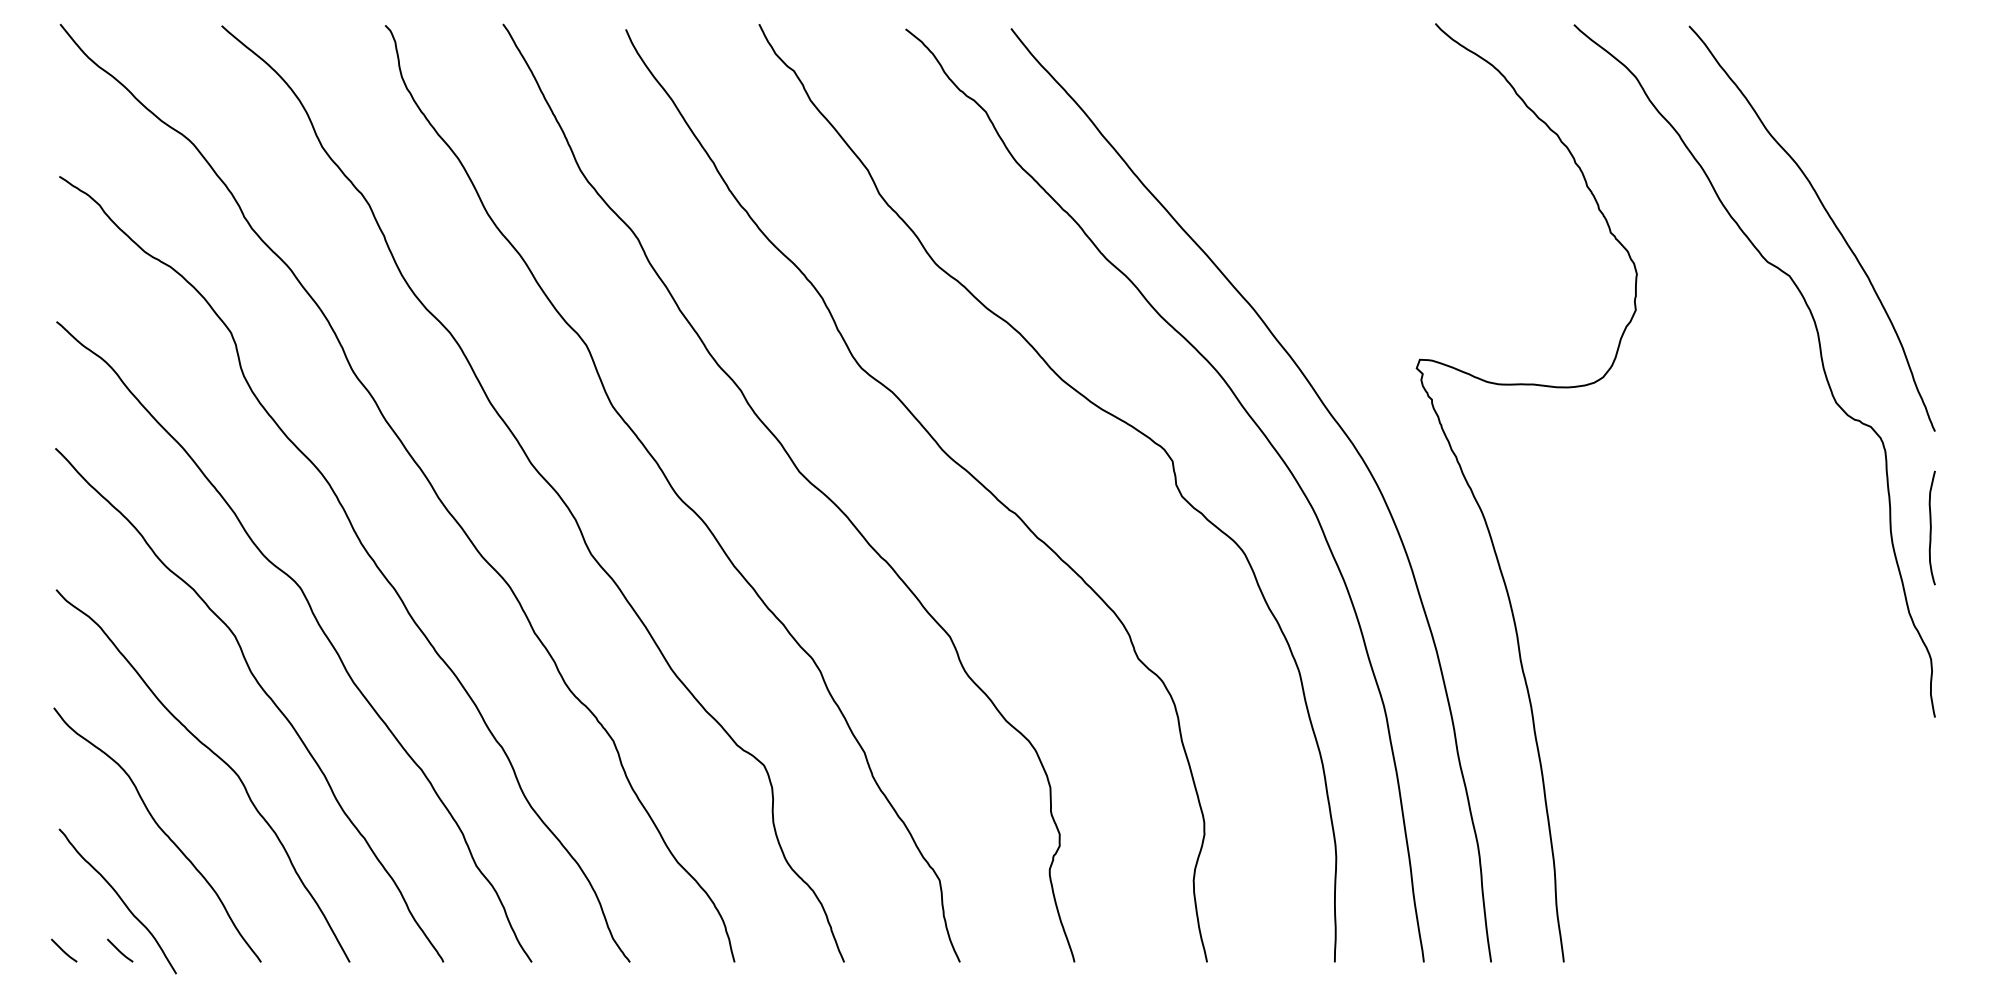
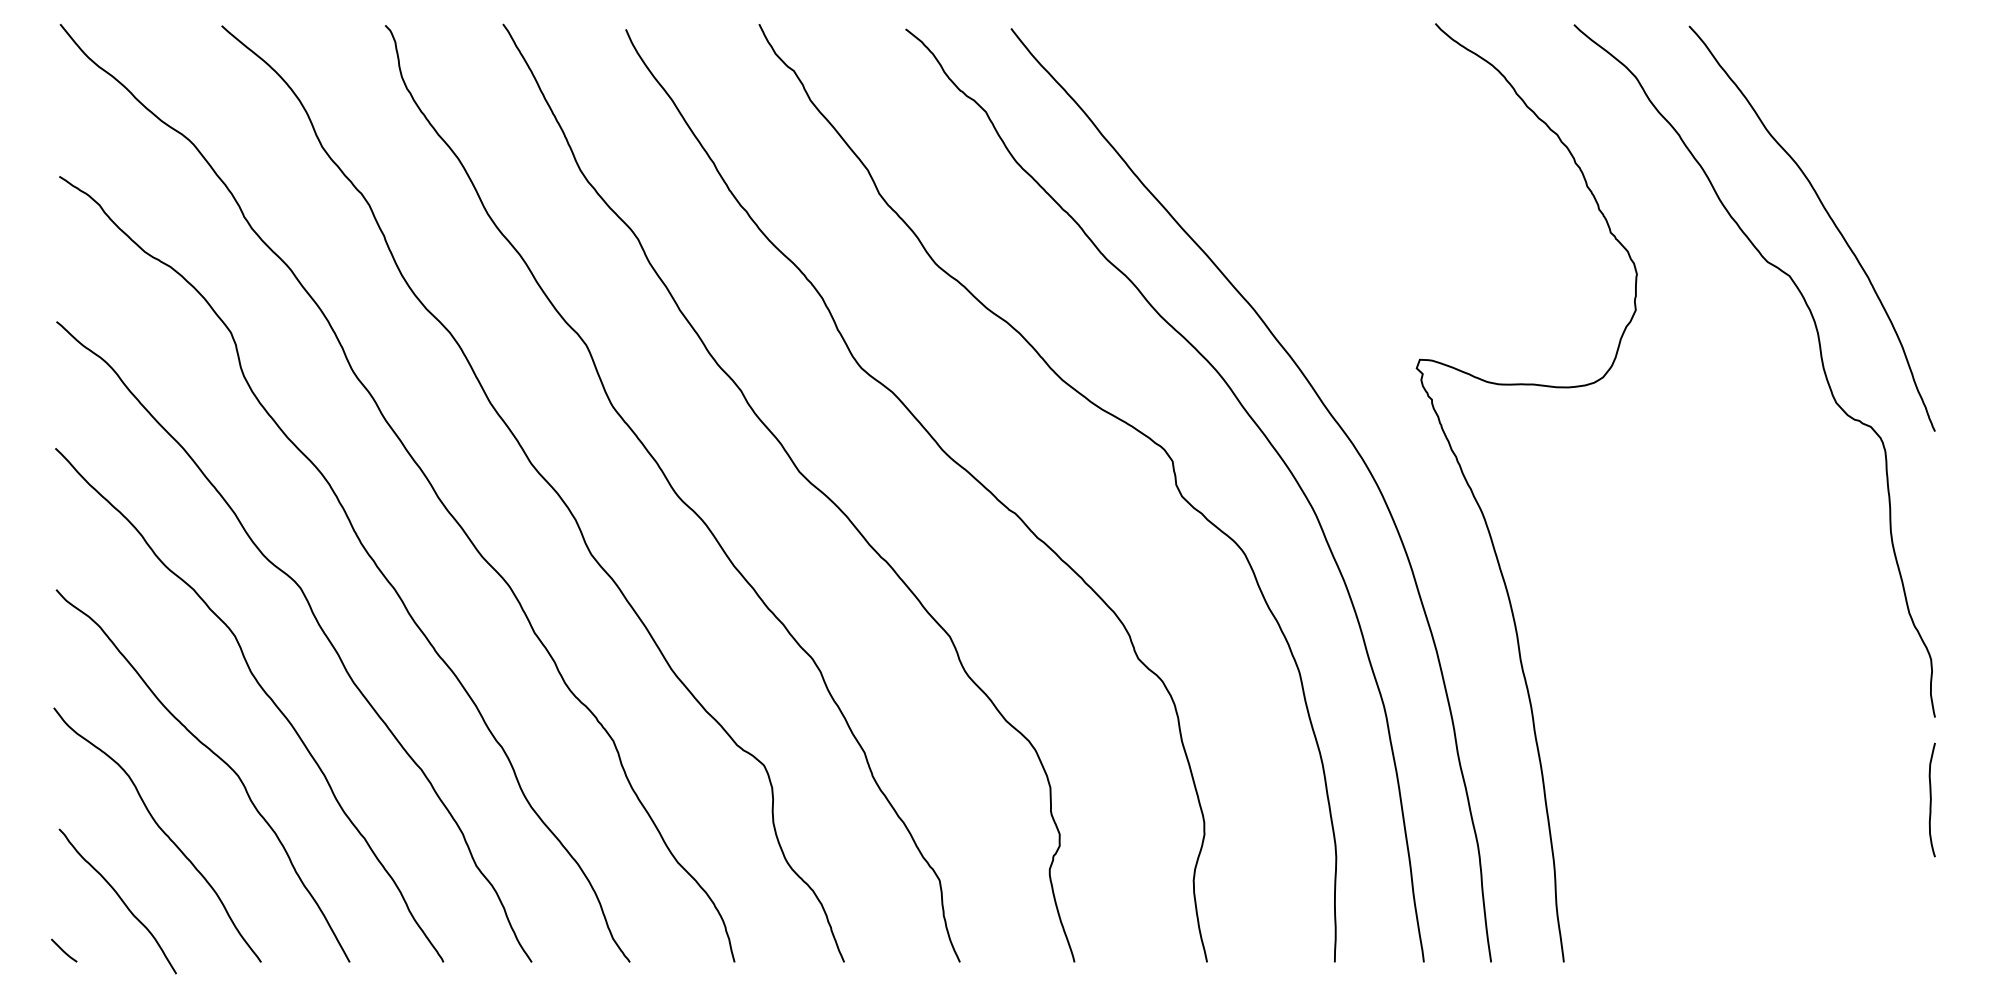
curve at (1931, 527) position: (1931, 527) -> (1931, 799)
line at (120, 950): present -> none
